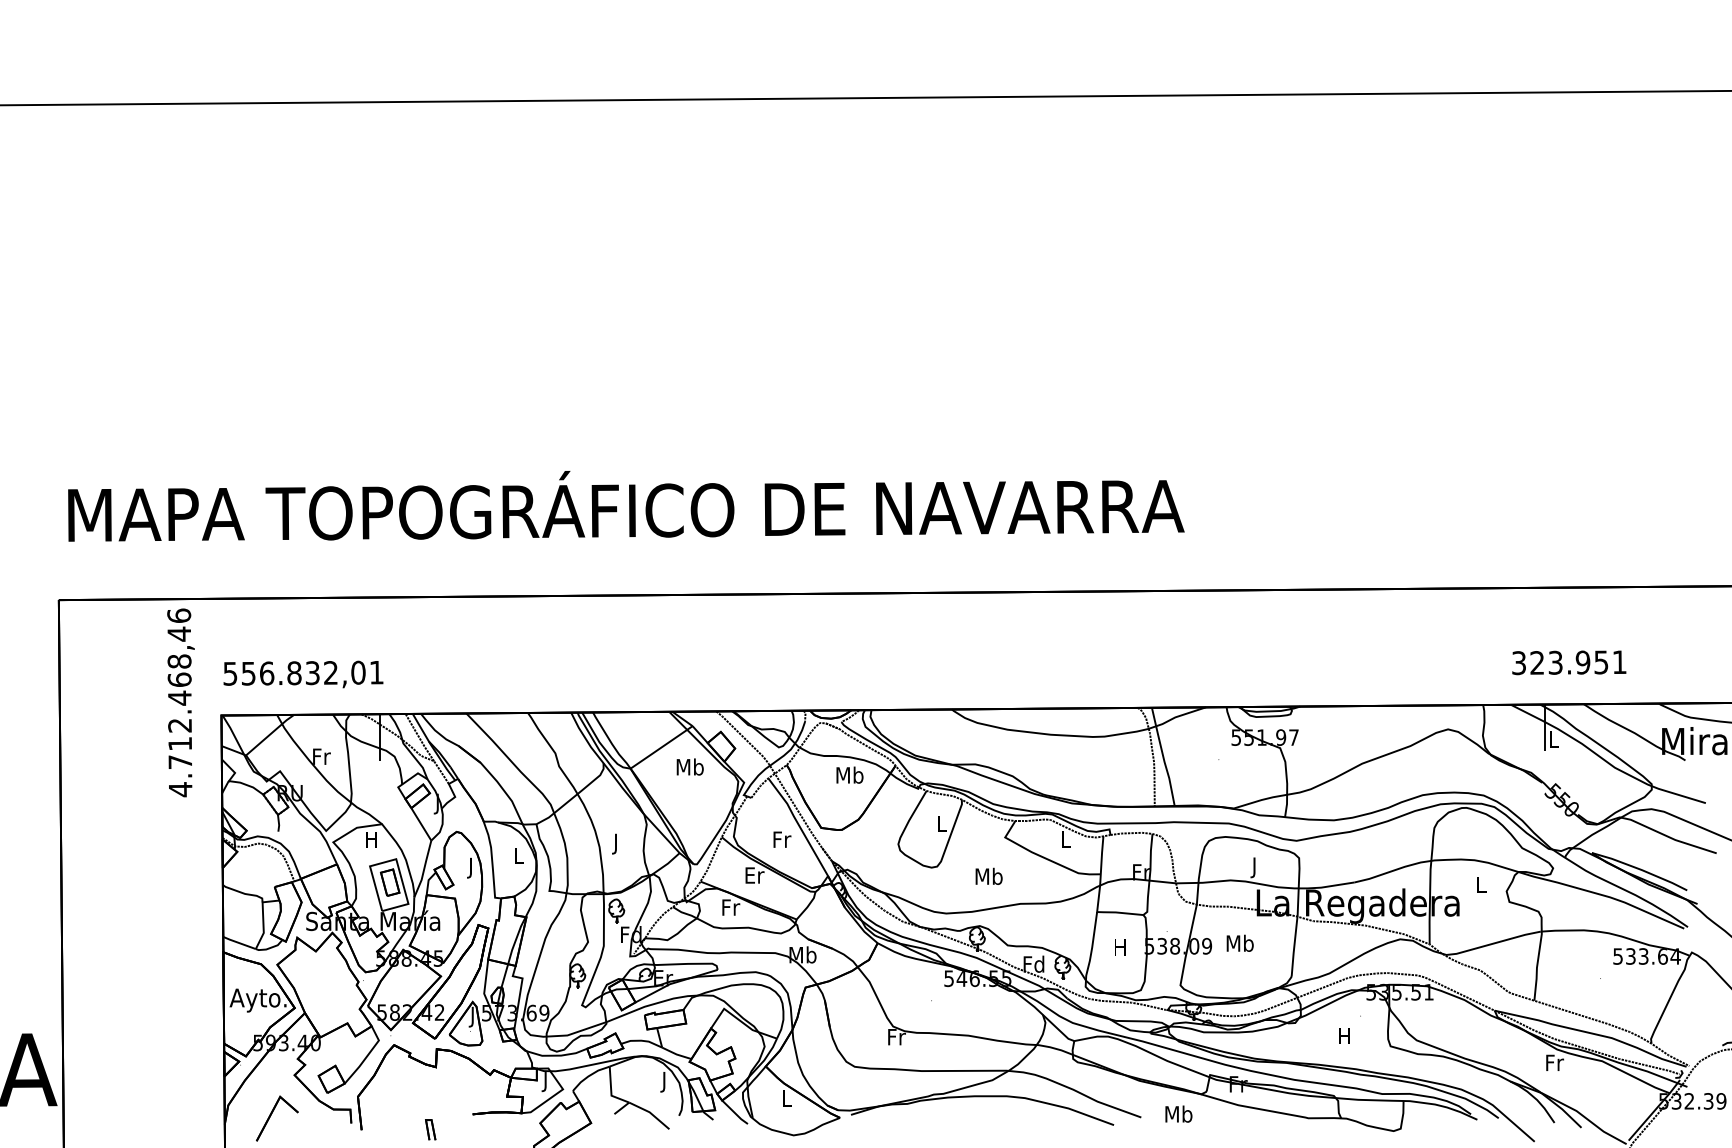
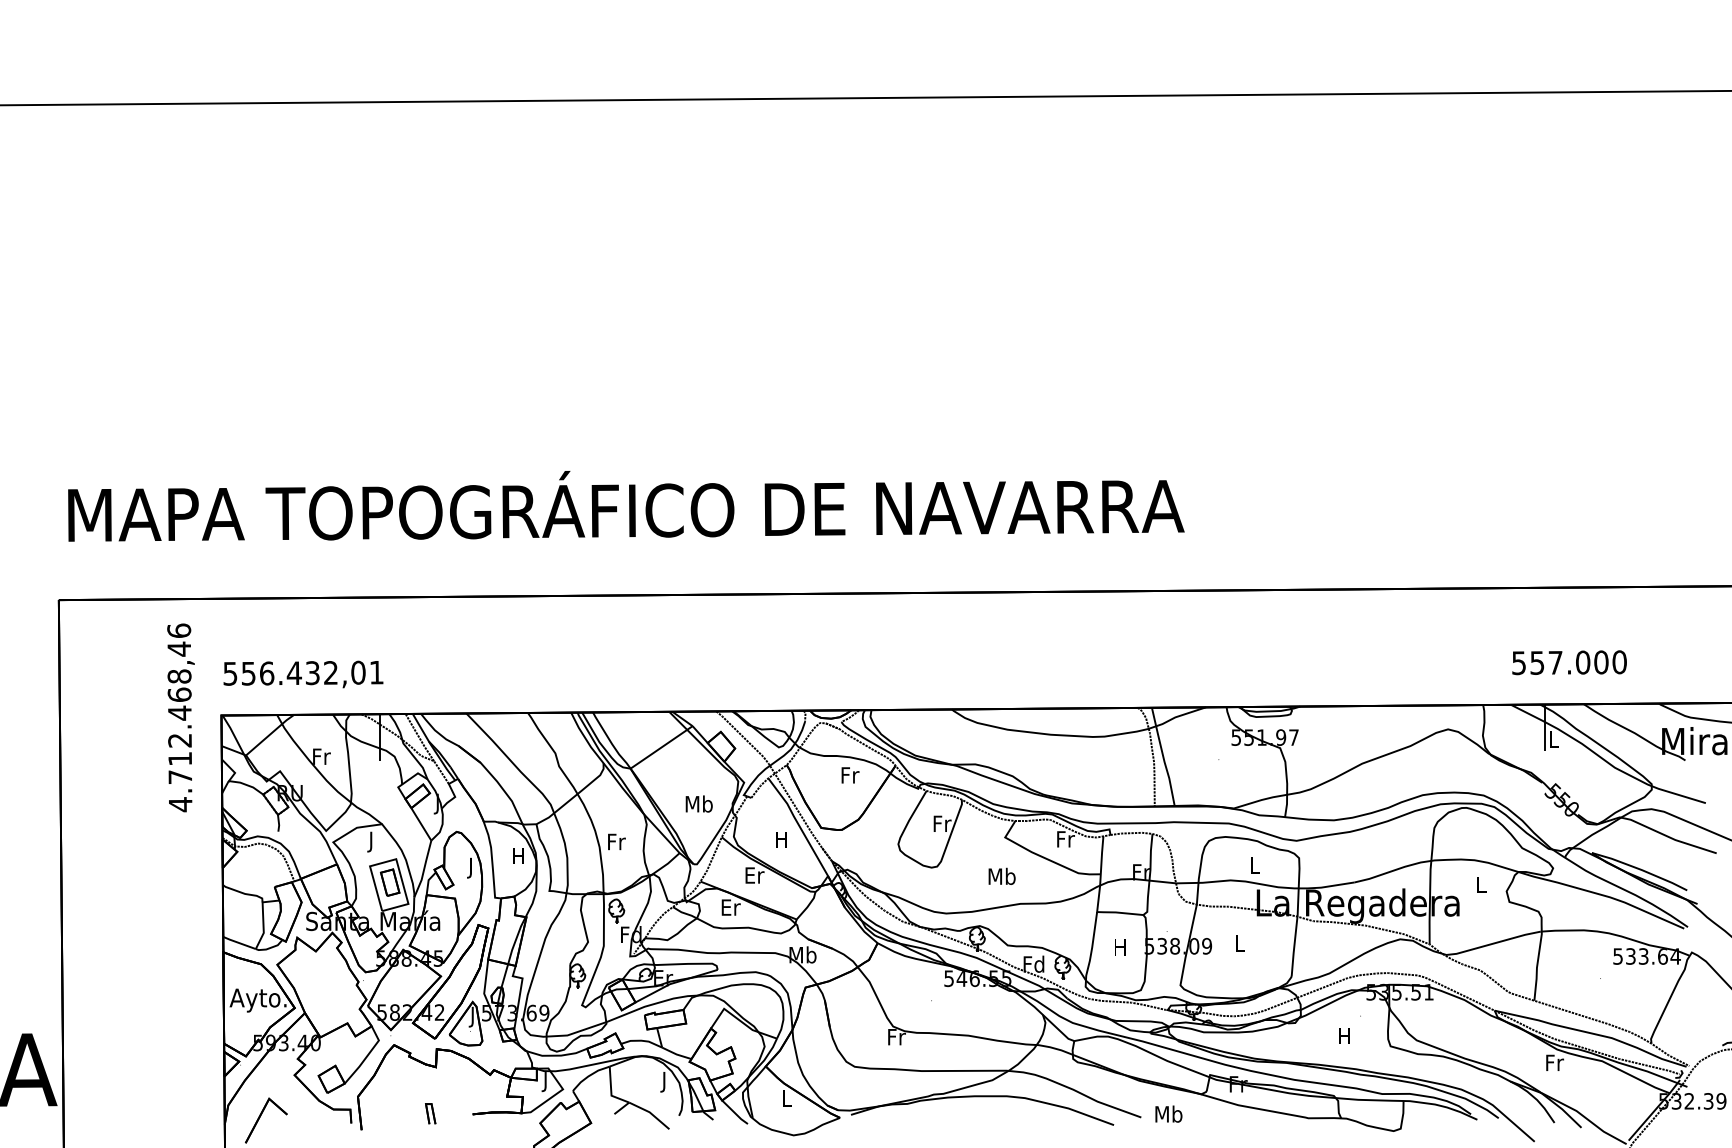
text at (1569, 662): 323.951 -> 557.000
text at (293, 673): 556.832,01 -> 556.432,01
text at (180, 702) position: (180, 702) -> (180, 717)
text at (689, 766) position: (689, 766) -> (698, 803)
text at (849, 774): Mb -> Fr
text at (942, 823): L -> Fr
text at (782, 839): Fr -> H
text at (1065, 839): L -> Fr
text at (371, 841): H -> J
text at (616, 843): J -> Fr
text at (518, 855): L -> H
text at (1254, 867): J -> L
text at (988, 875) position: (988, 875) -> (1001, 875)
text at (730, 907): Fr -> Er
text at (1239, 942): Mb -> L
text at (1178, 1113) position: (1178, 1113) -> (1168, 1113)
part at (271, 1115) position: (271, 1115) -> (260, 1117)
part at (430, 1129) position: (430, 1129) -> (430, 1113)
